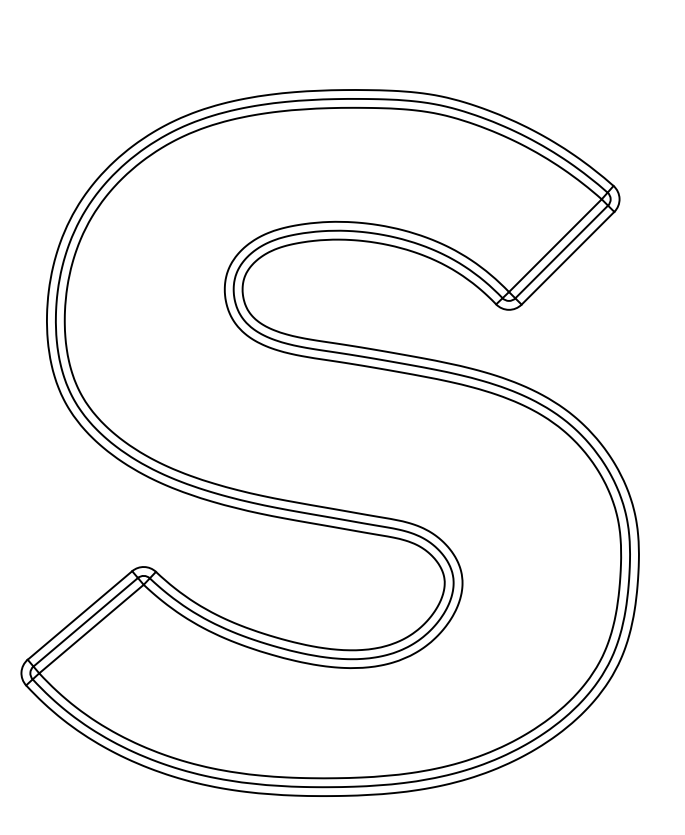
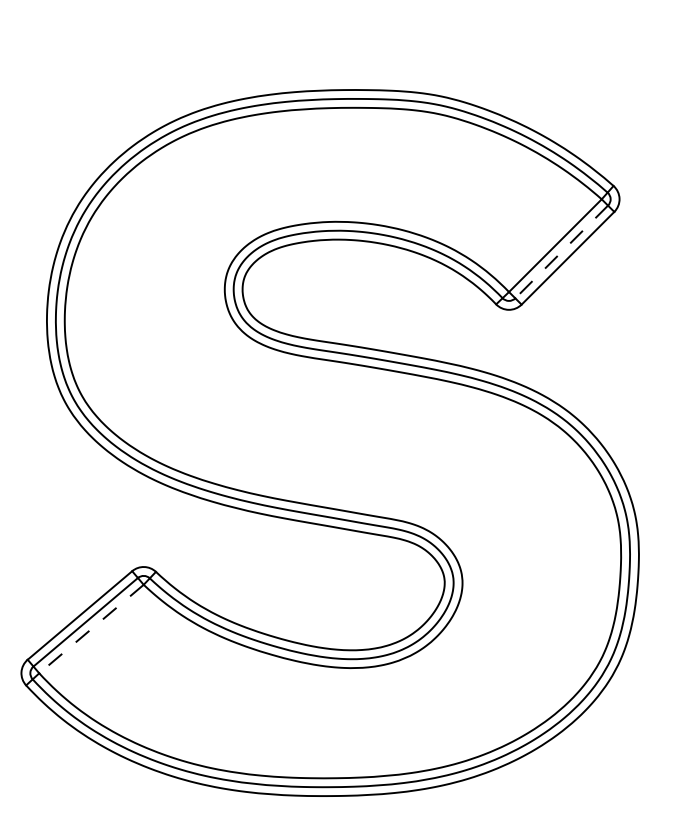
line at (561, 251): solid -> dashed
line at (91, 629): solid -> dashed
